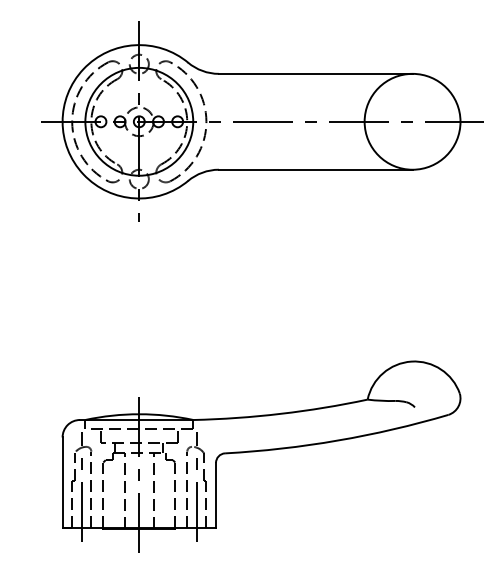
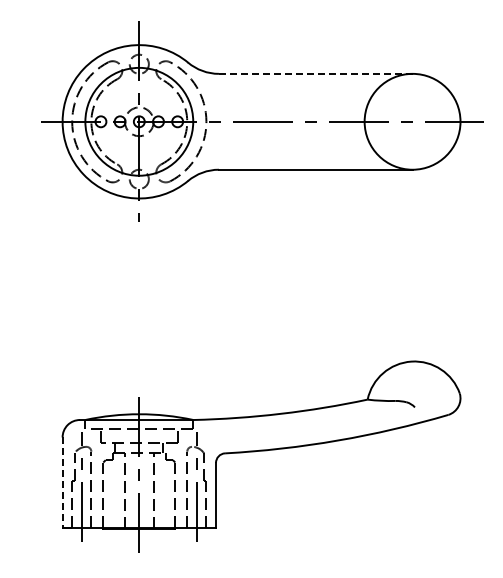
line at (315, 73): solid -> dashed
line at (62, 483): solid -> dashed
